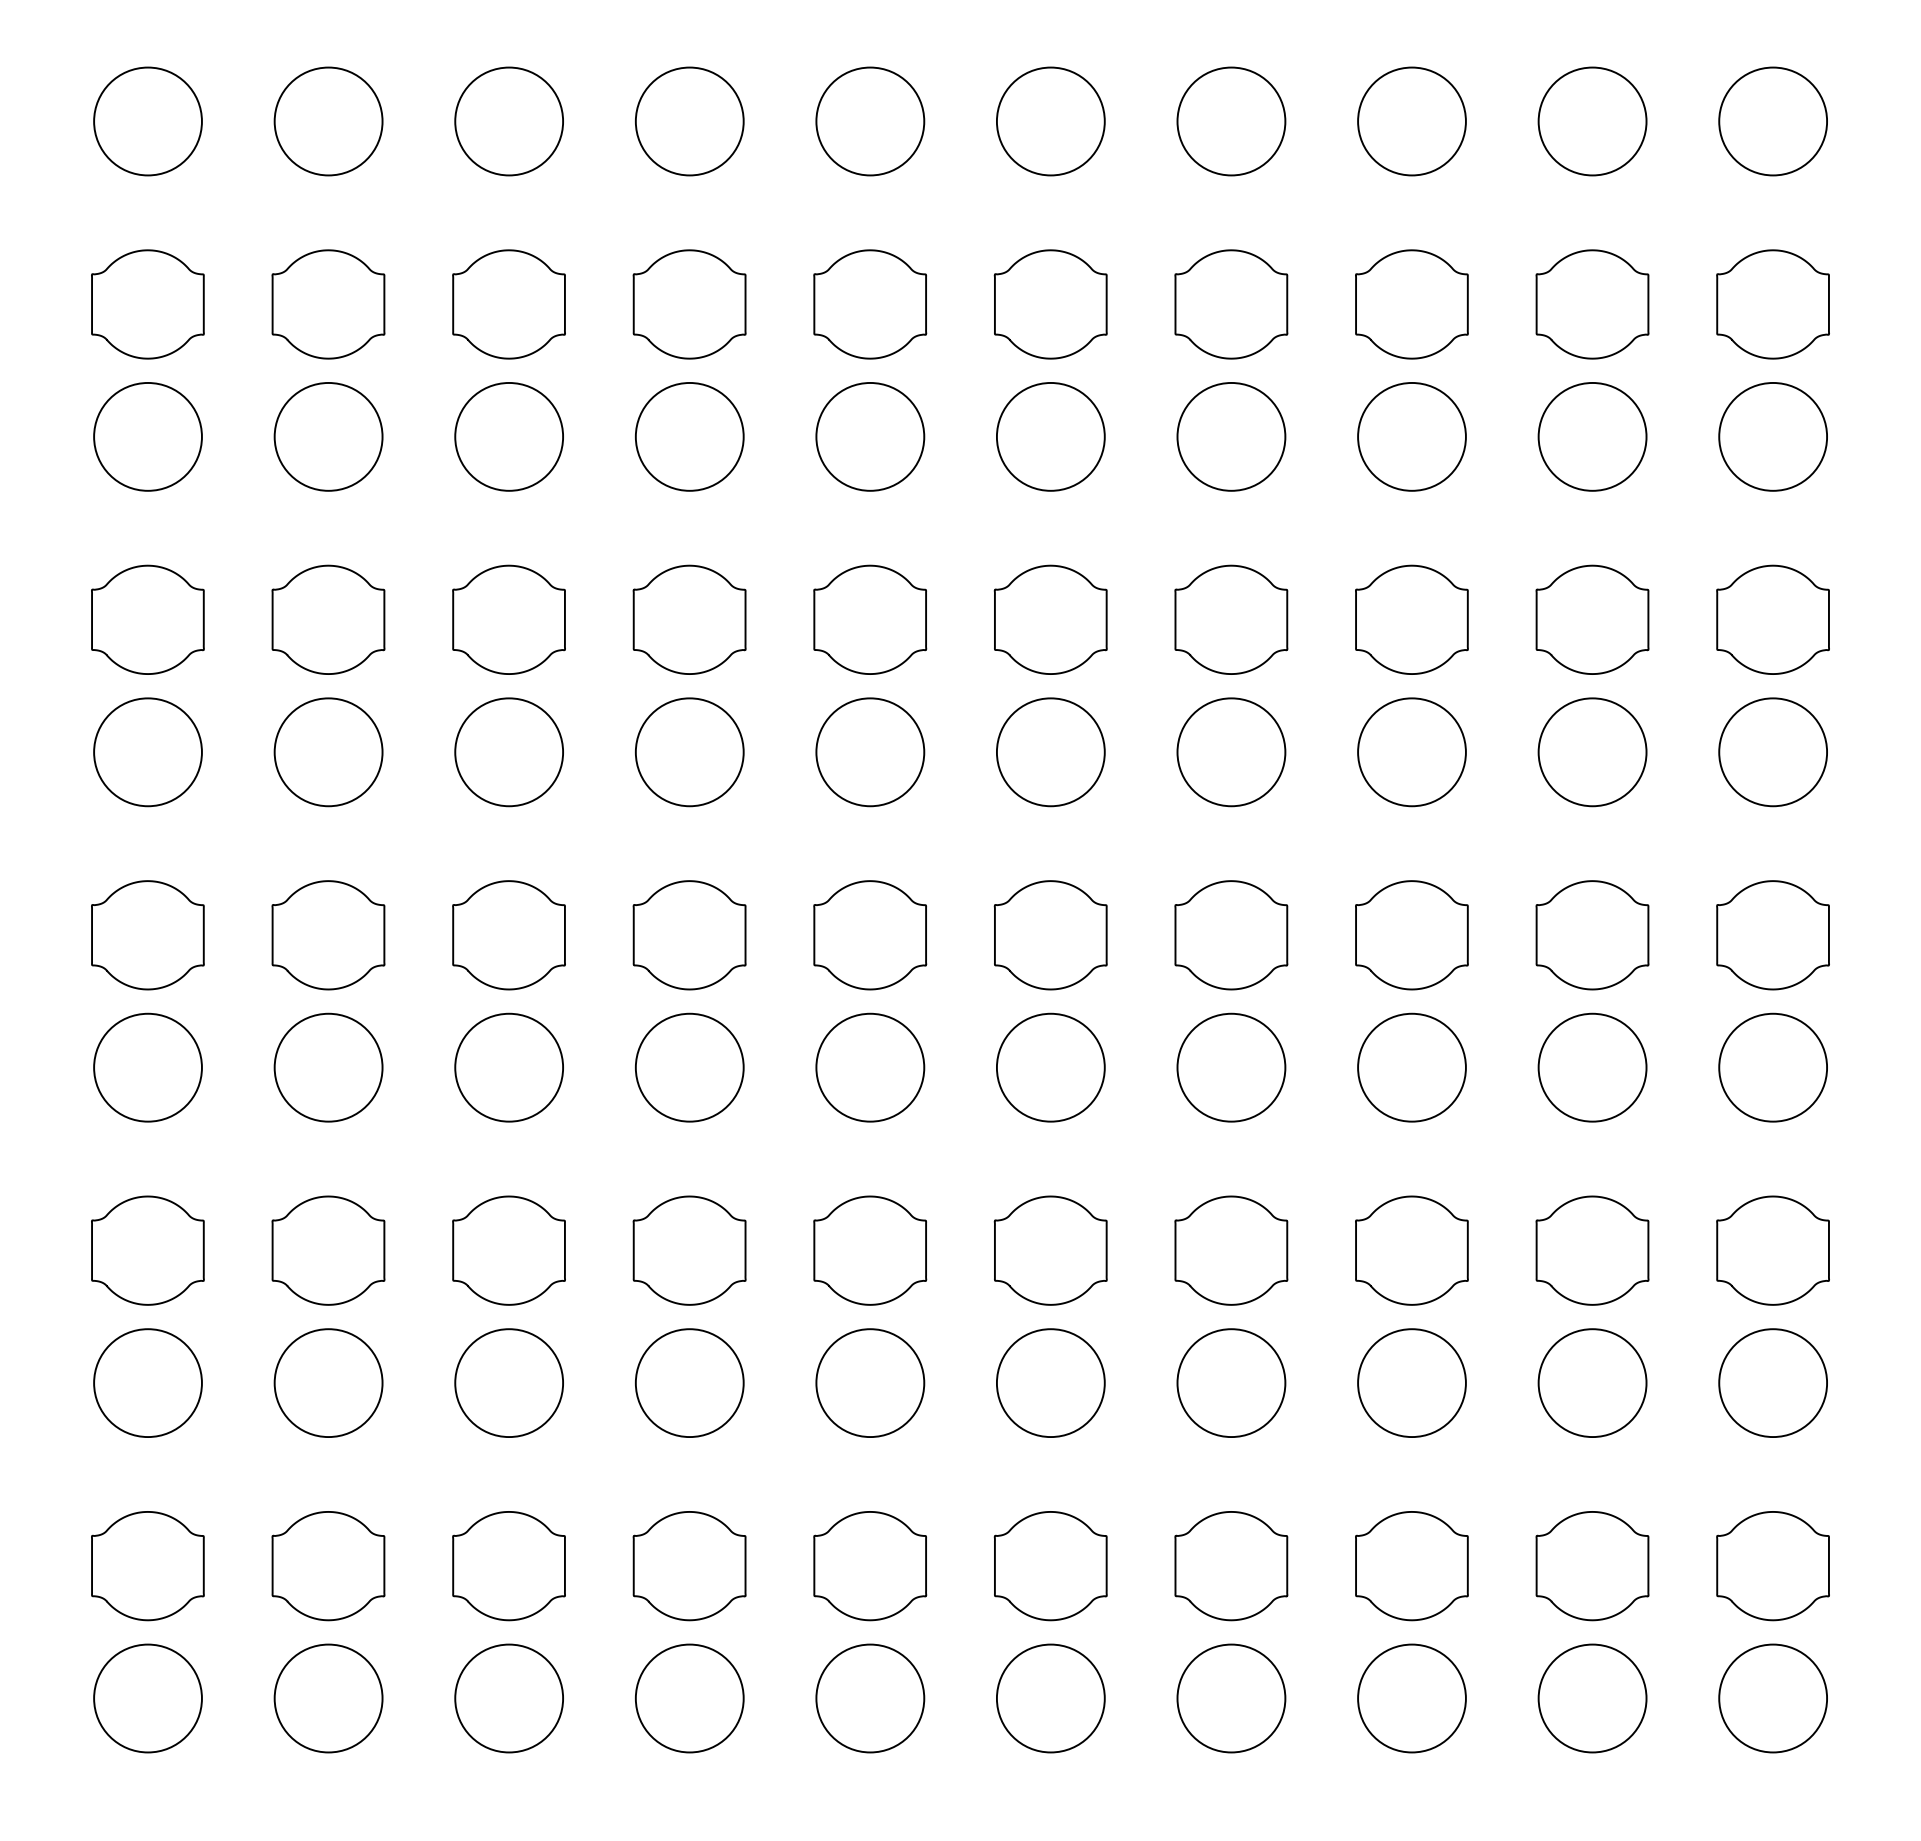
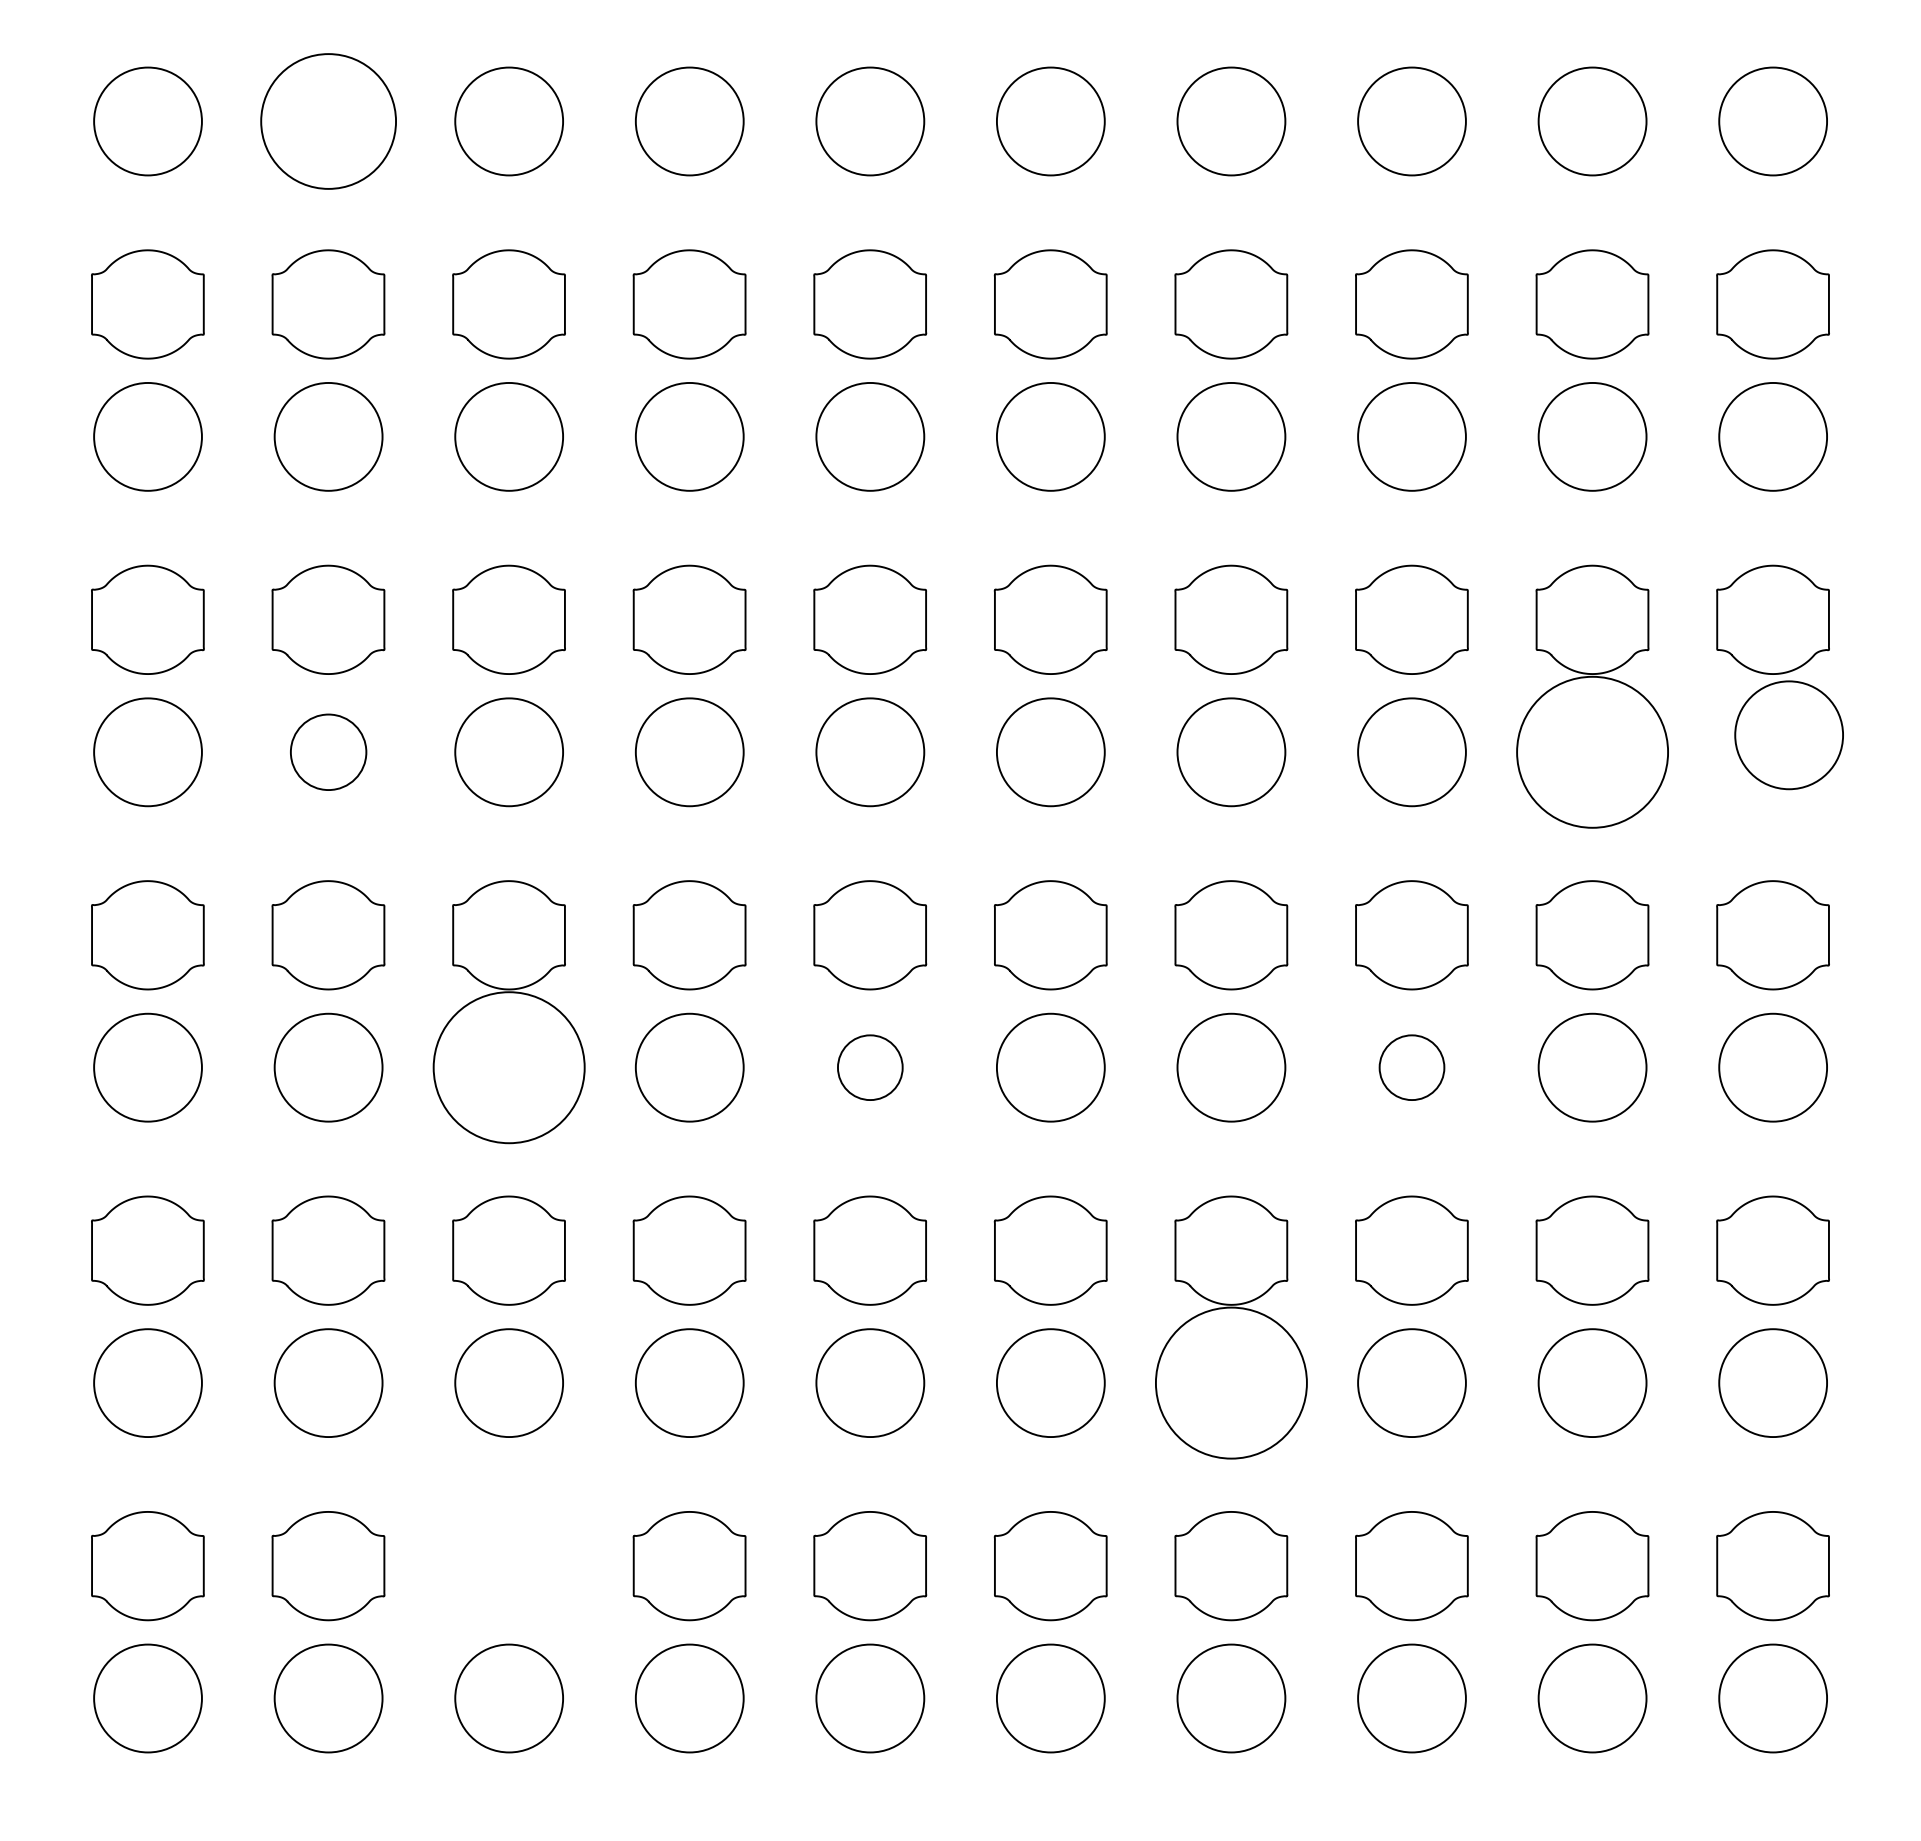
circle at (328, 121) diameter: 108 px -> 135 px
circle at (328, 752) diameter: 108 px -> 76 px
circle at (1592, 752) diameter: 108 px -> 151 px
circle at (1772, 752) position: (1772, 752) -> (1788, 735)
circle at (509, 1067) diameter: 108 px -> 151 px
circle at (870, 1067) diameter: 108 px -> 65 px
circle at (1411, 1067) diameter: 108 px -> 65 px
circle at (1231, 1383) diameter: 108 px -> 151 px
part at (508, 1566): present -> none
